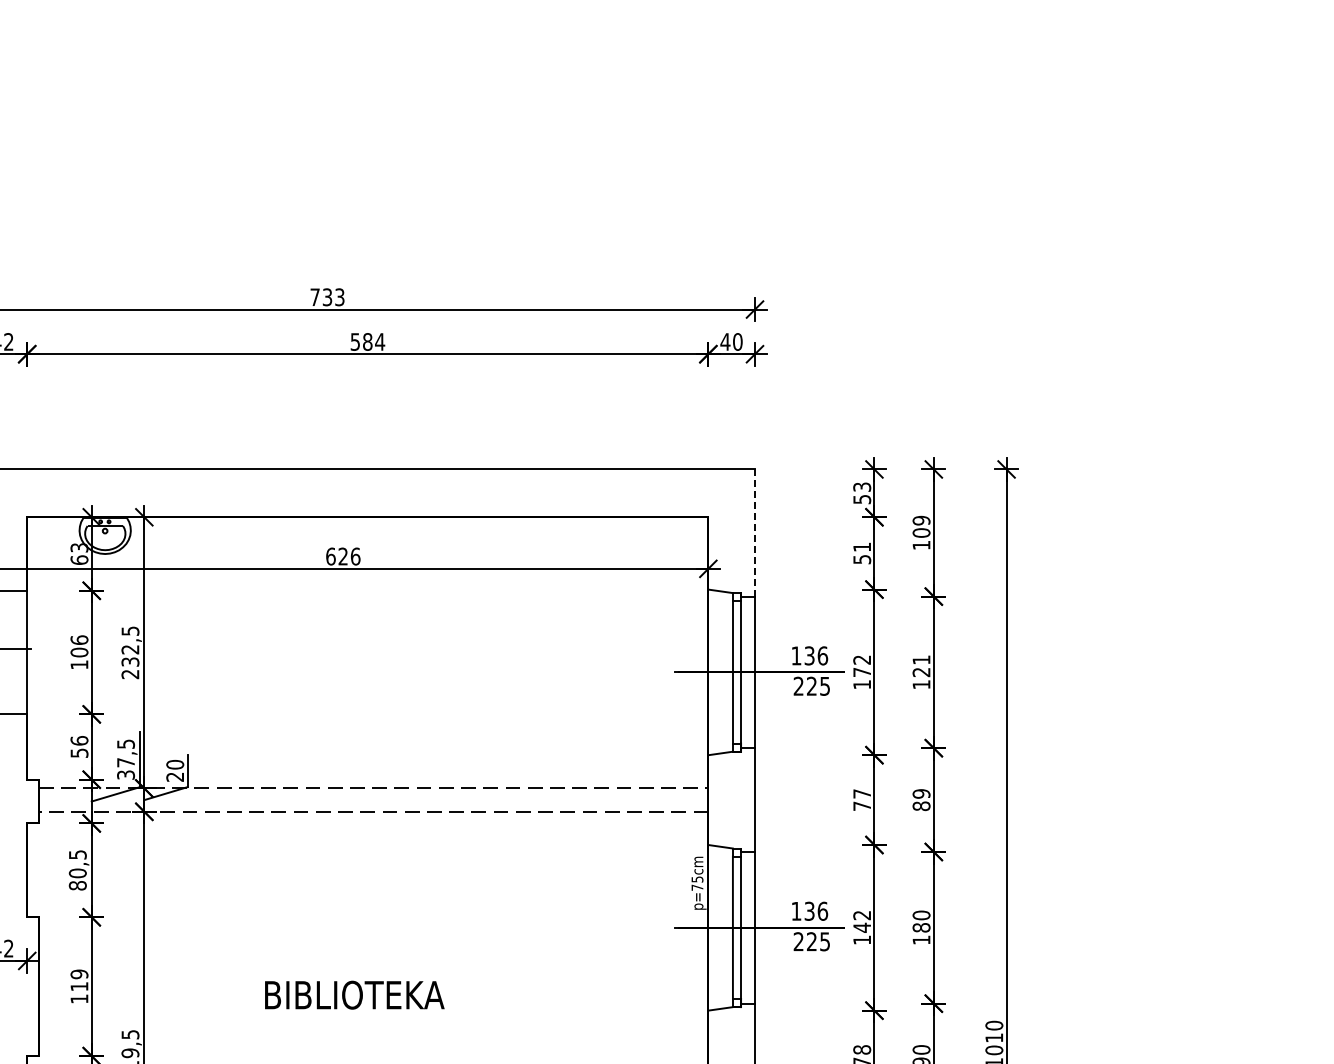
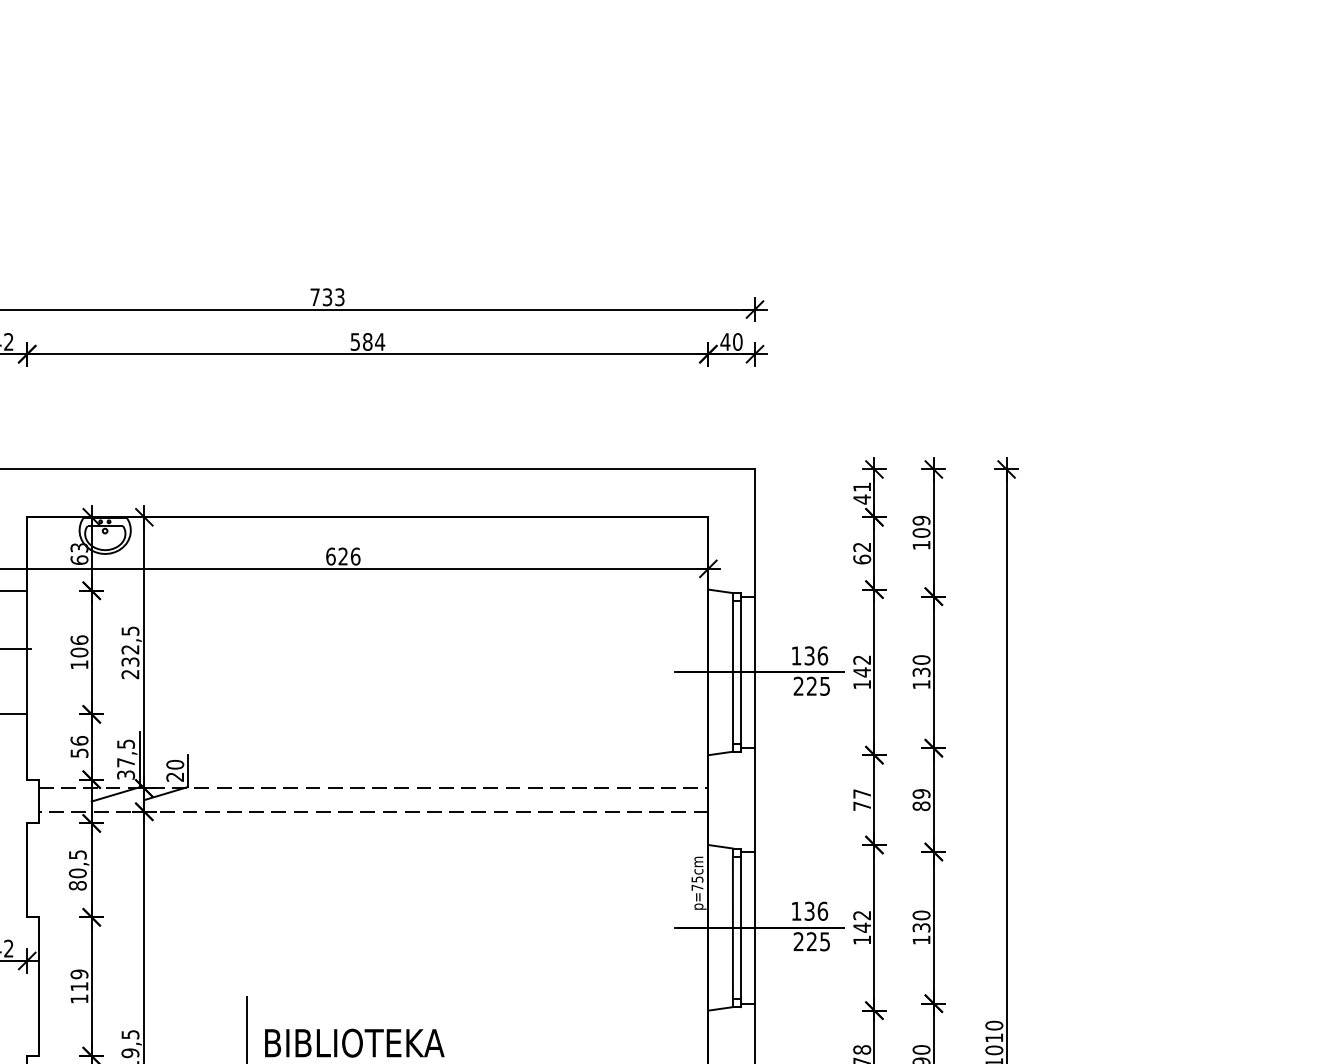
text at (862, 493): 53 -> 41
line at (755, 533): dashed -> solid
text at (862, 553): 51 -> 62
text at (921, 665): 121 -> 130
text at (861, 672): 172 -> 142
text at (921, 927): 180 -> 130
text at (354, 994) position: (354, 994) -> (354, 1042)
line at (246, 1028): none -> present
